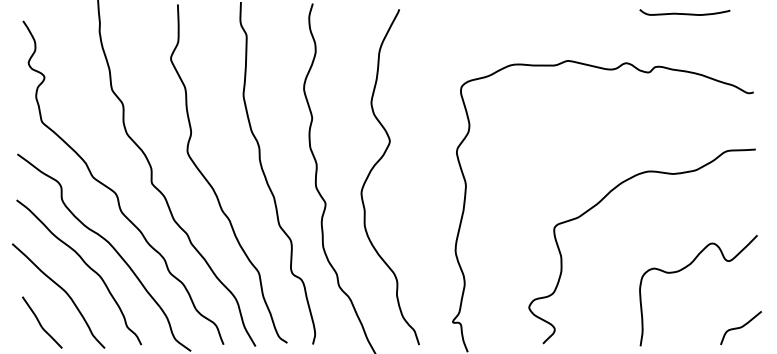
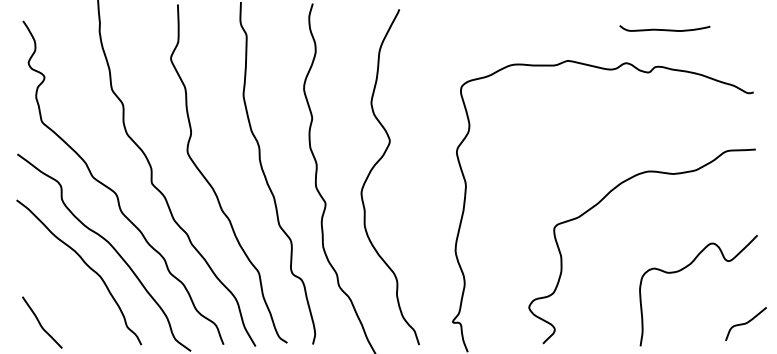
curve at (684, 13) position: (684, 13) -> (664, 29)
curve at (62, 290): present -> none
curve at (740, 328) position: (740, 328) -> (745, 324)
